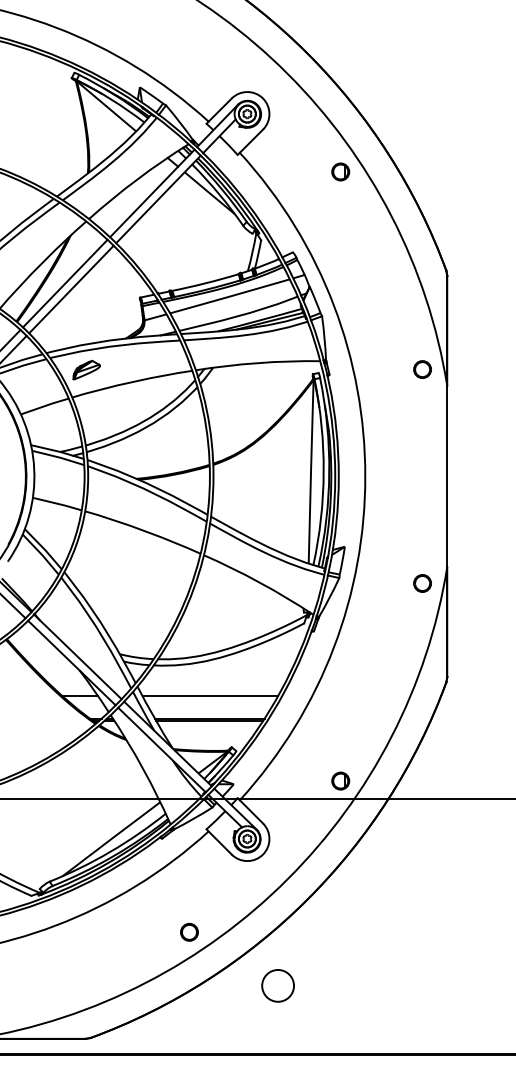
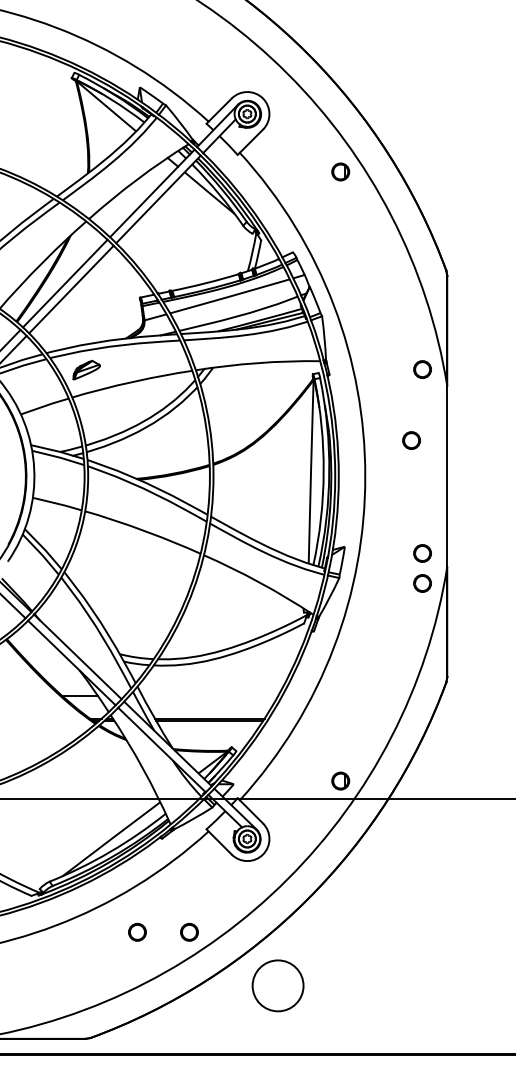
circle at (411, 440): none -> present
circle at (422, 553): none -> present
line at (209, 696): present -> none
circle at (137, 931): none -> present
circle at (278, 985) diameter: 32 px -> 51 px
